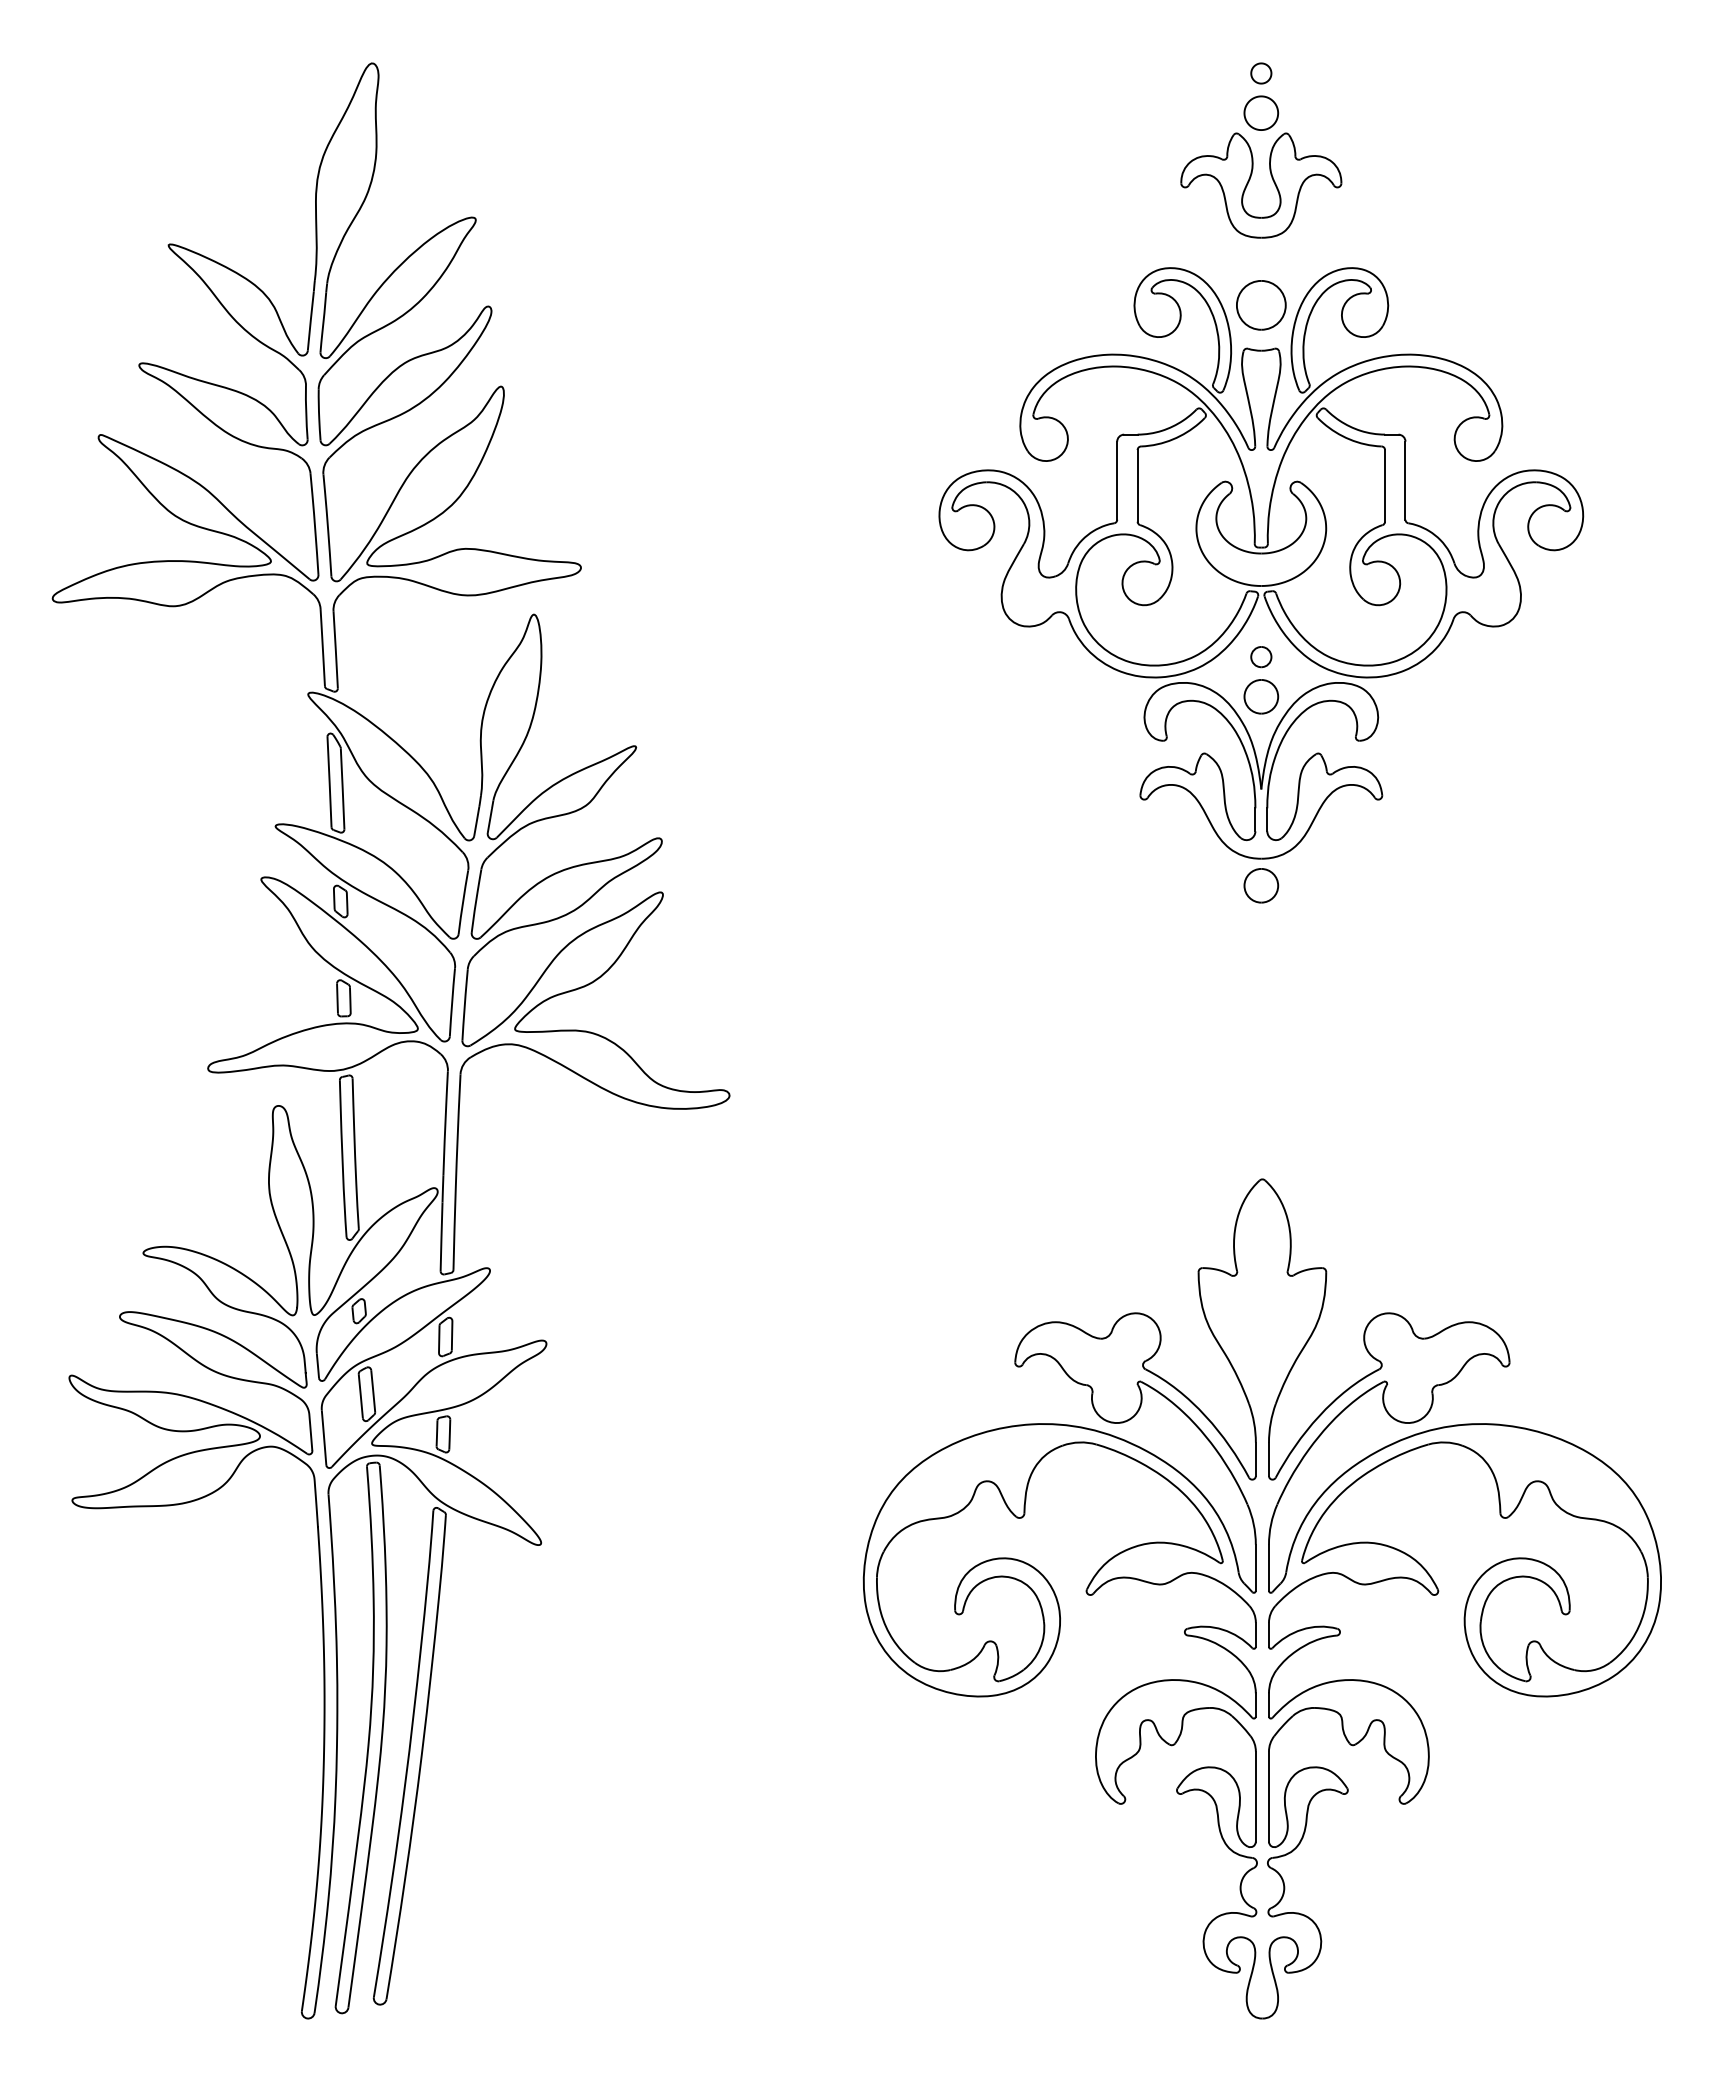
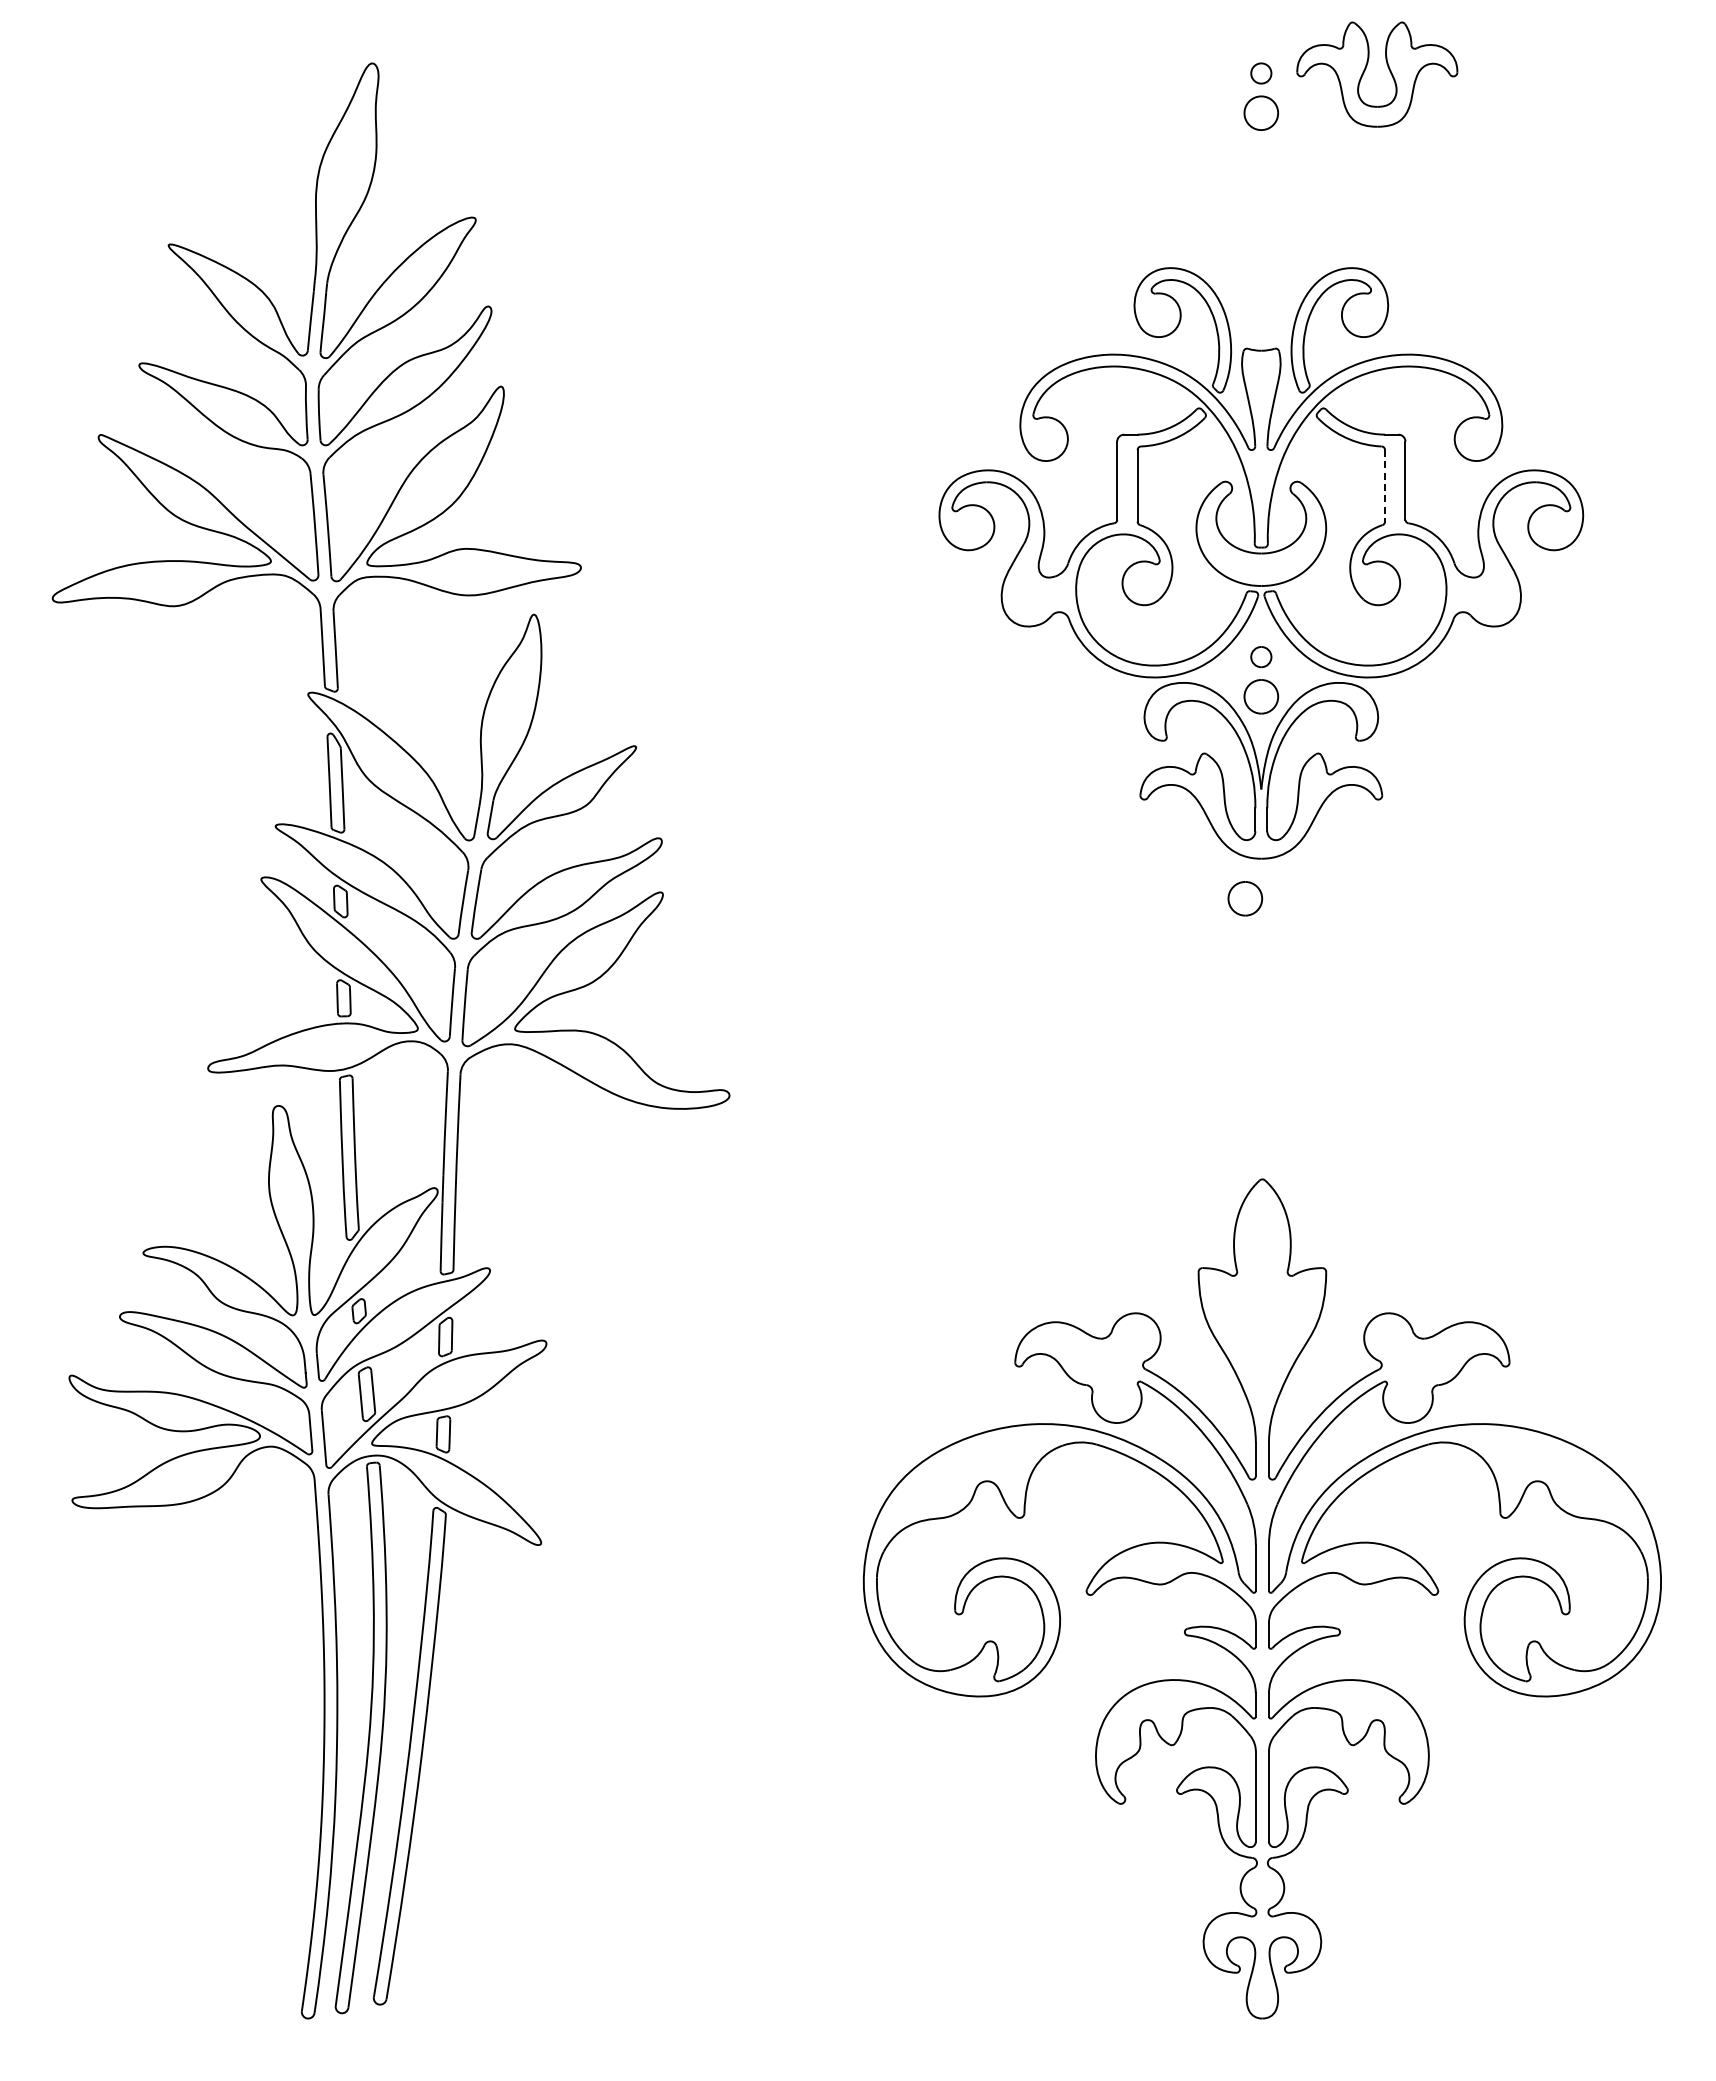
part at (1272, 180) position: (1272, 180) -> (1388, 69)
part at (1261, 305): present -> none
line at (1385, 485): solid -> dashed
part at (1261, 885) position: (1261, 885) -> (1245, 898)
